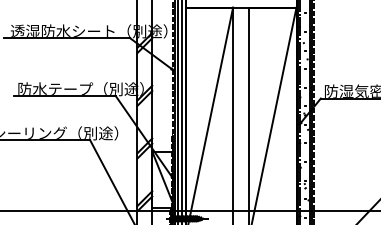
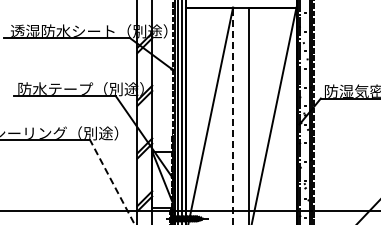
line at (233, 115): solid -> dashed
line at (112, 182): solid -> dashed
